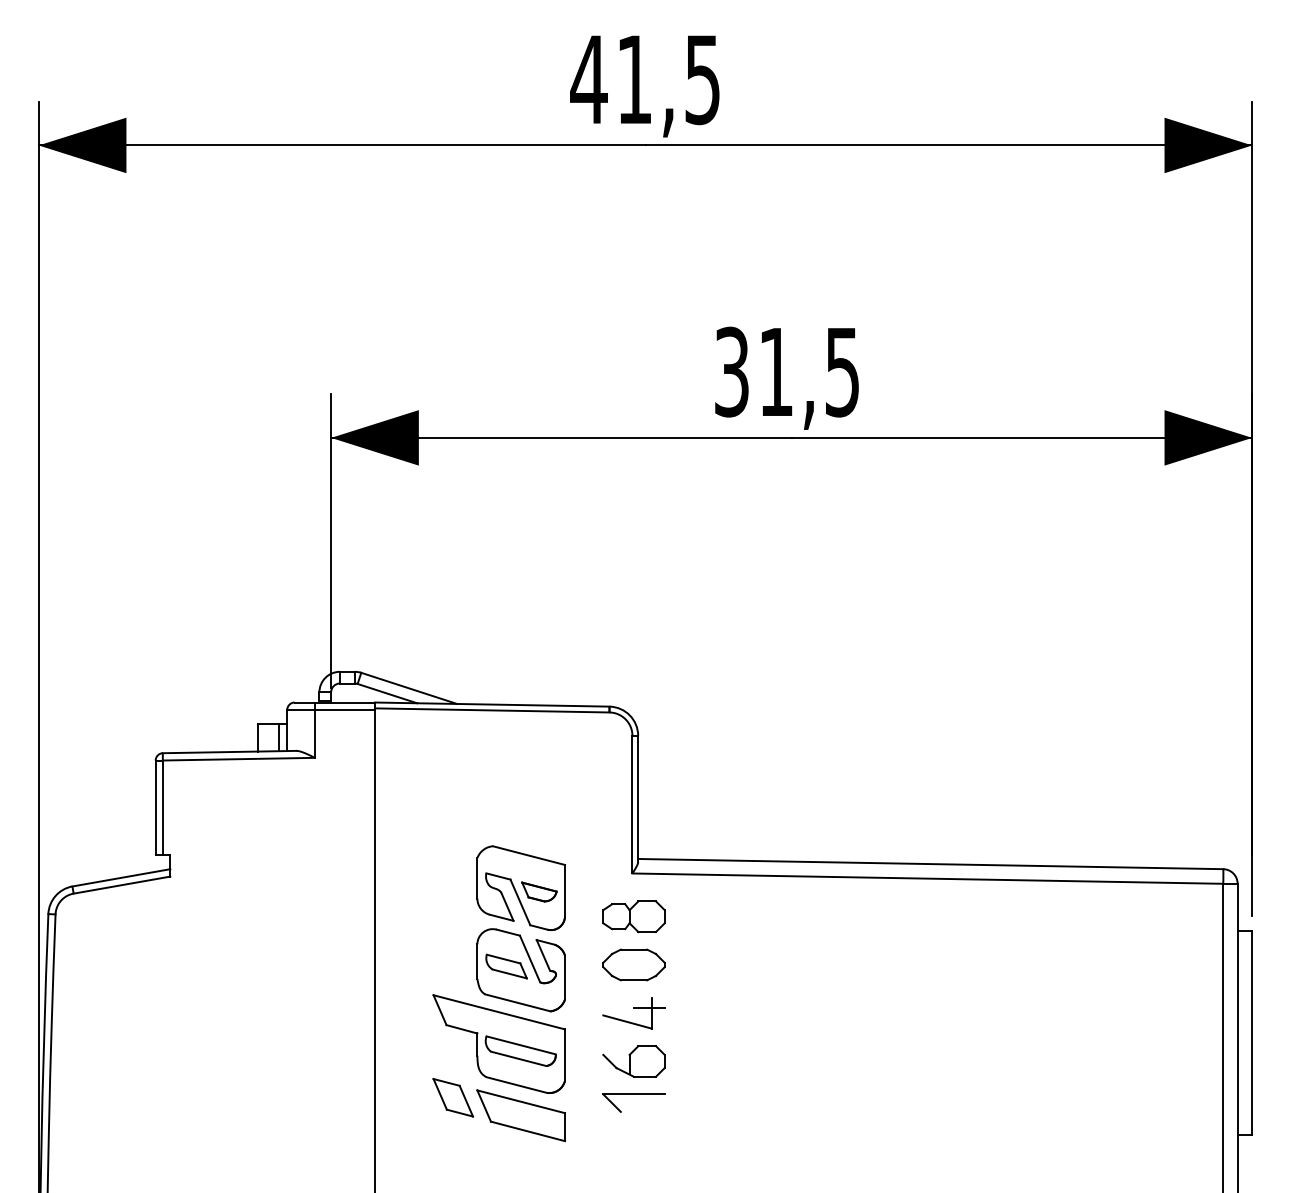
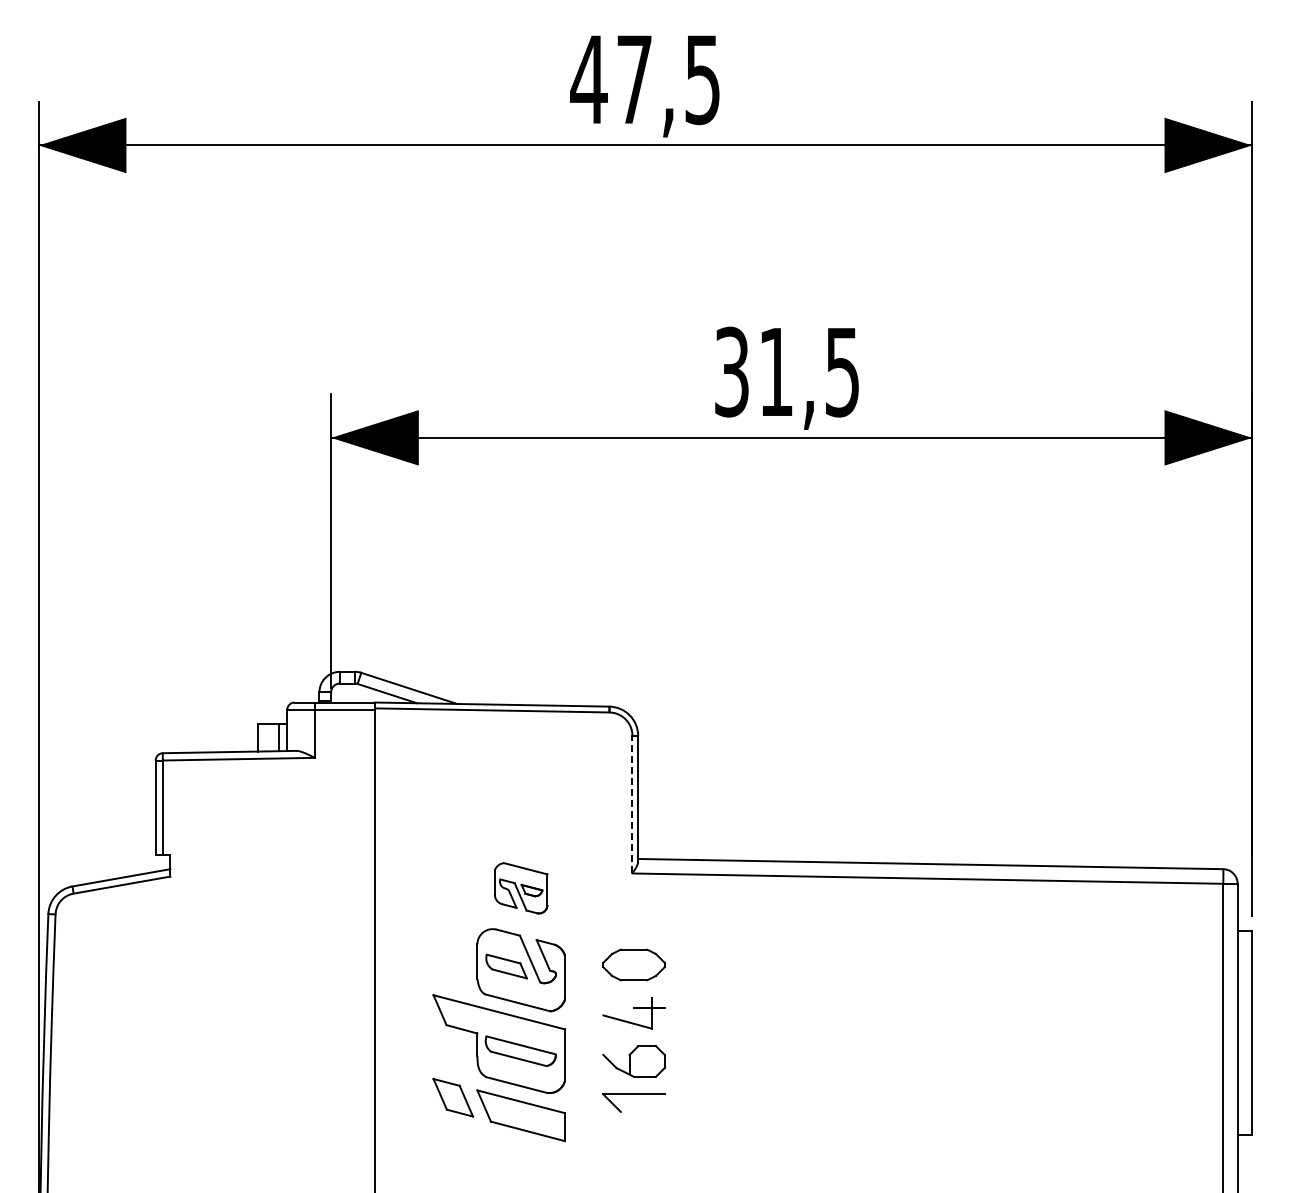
text at (634, 79): 41,5 -> 47,5
line at (632, 804): solid -> dashed
part at (520, 888) size: 90x87 px -> 55x53 px
part at (633, 916): present -> none
